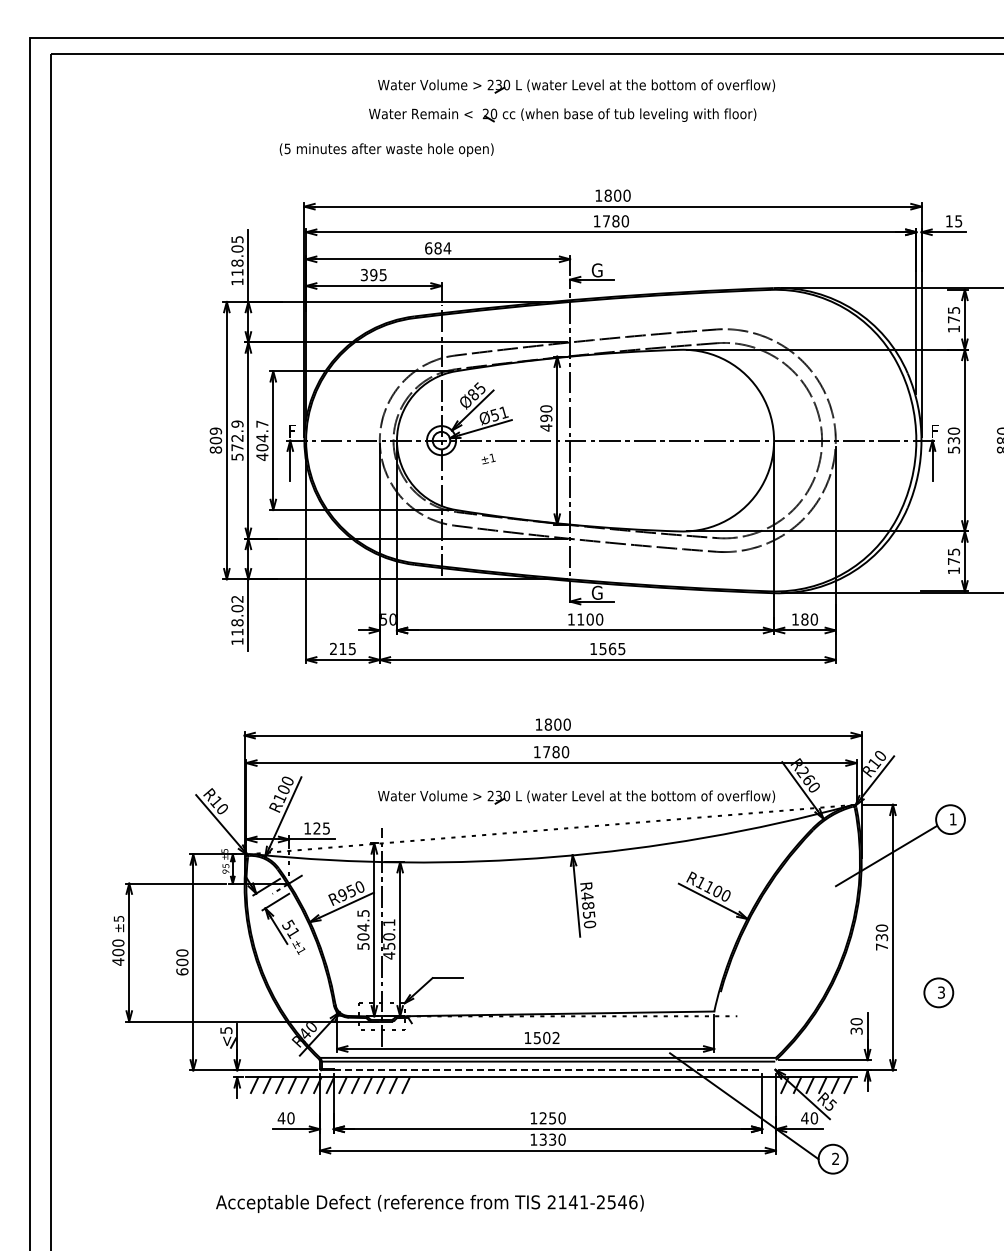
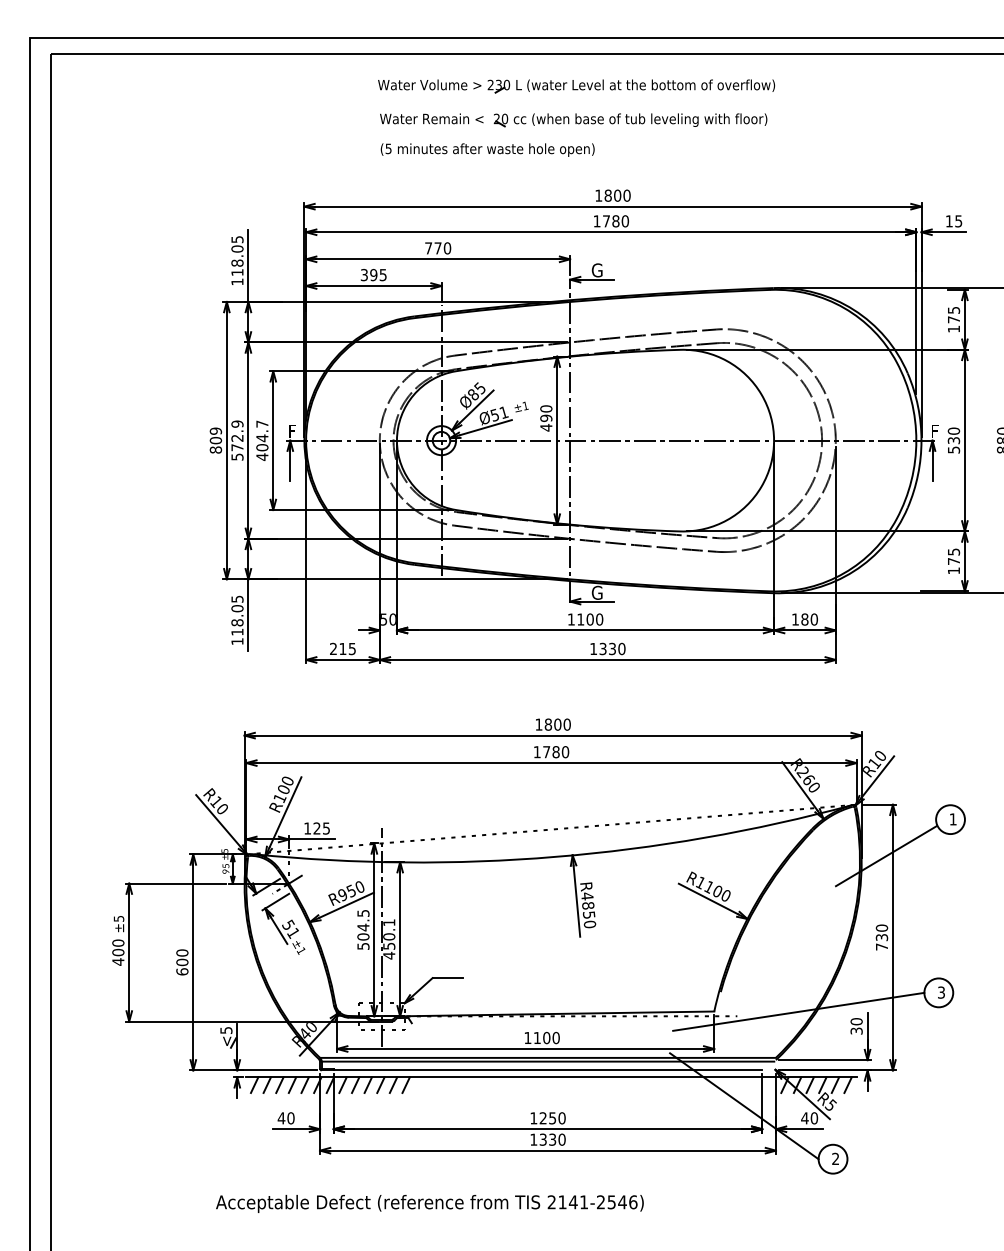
part at (562, 115) position: (562, 115) -> (573, 120)
text at (386, 149) position: (386, 149) -> (487, 149)
text at (438, 248): 684 -> 770
text at (488, 458) position: (488, 458) -> (521, 406)
text at (237, 598): 118.02 -> 118.05
text at (612, 648): 1565 -> 1330
part at (576, 797): present -> none
line at (798, 1011): none -> present
text at (546, 1038): 1502 -> 1100
line at (548, 1070): dashed -> solid
